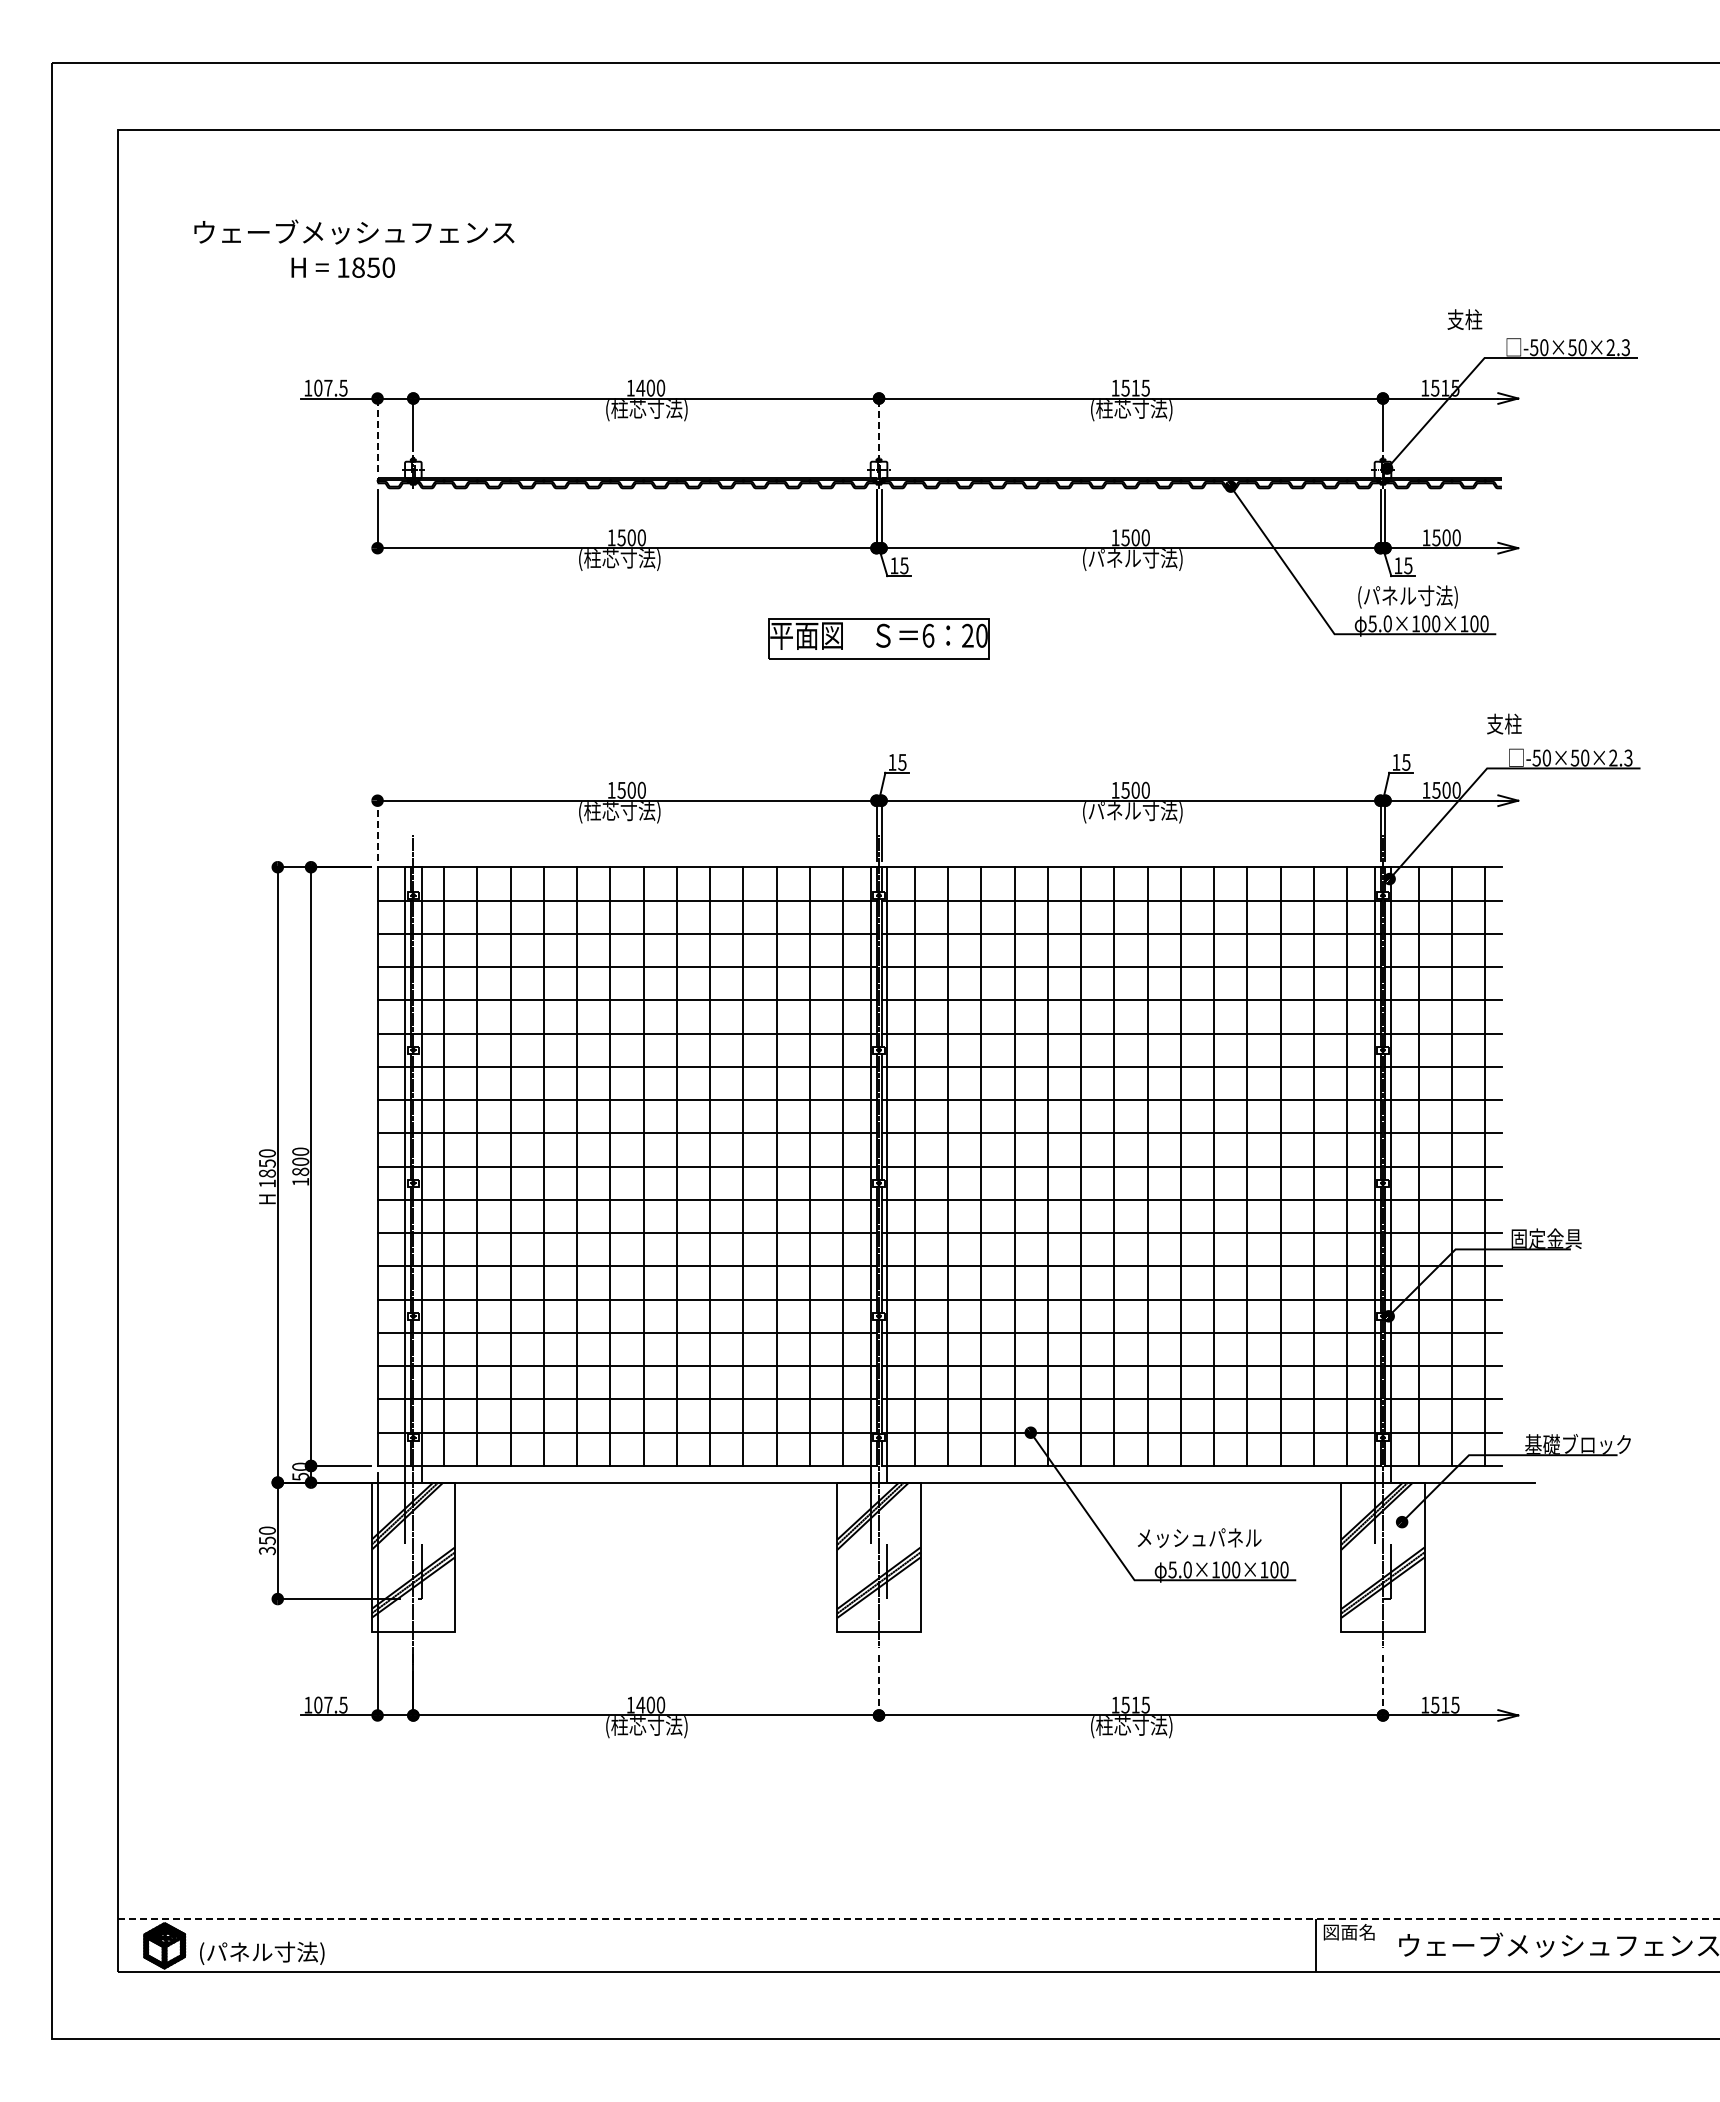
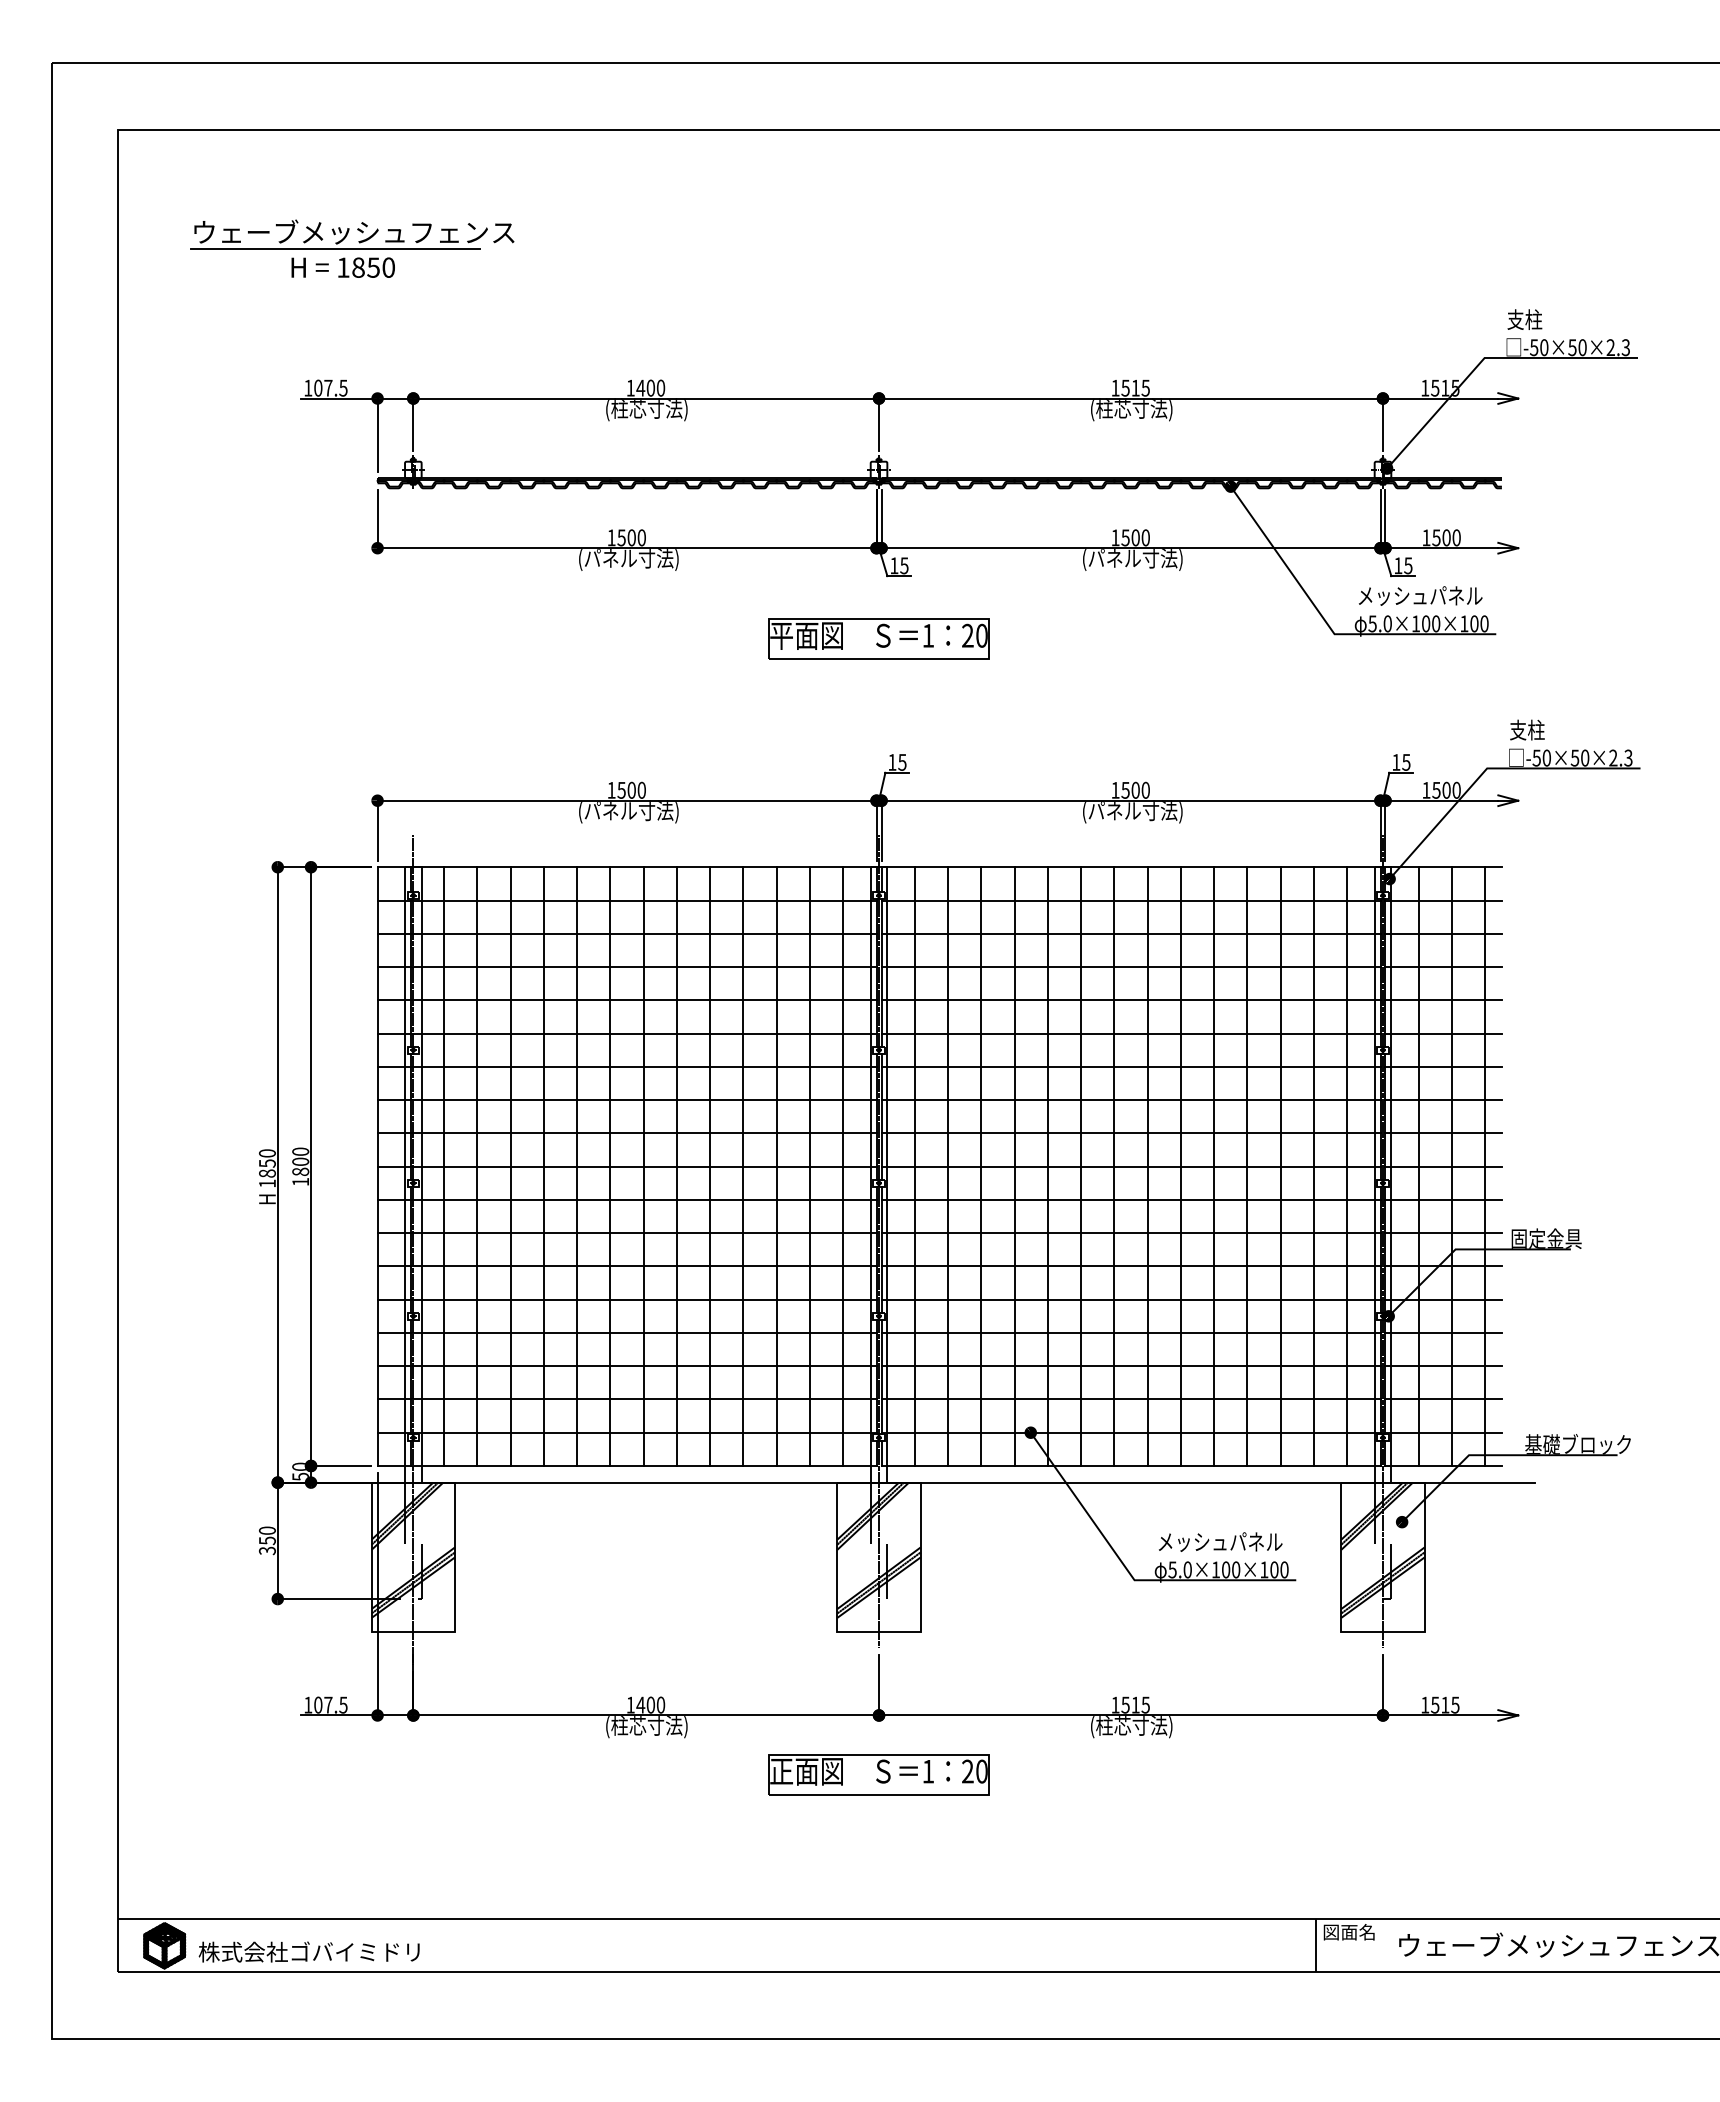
line at (335, 249): none -> present
text at (1464, 319) position: (1464, 319) -> (1524, 319)
line at (879, 424): dashed -> solid
line at (377, 435): dashed -> solid
text at (631, 559): (柱芯寸法) -> (パネル寸法)
text at (1420, 596): (パネル寸法) -> メッシュパネル
text at (928, 635): 6 -> 1
text at (1504, 723) position: (1504, 723) -> (1527, 729)
text at (631, 812): (柱芯寸法) -> (パネル寸法)
line at (377, 830): dashed -> solid
text at (1199, 1537) position: (1199, 1537) -> (1220, 1541)
line at (879, 1685): dashed -> solid
line at (1382, 1685): dashed -> solid
part at (878, 1774): none -> present
line at (918, 1919): dashed -> solid
text at (308, 1952): (パネル寸法) -> 株式会社ゴバイミドリ
